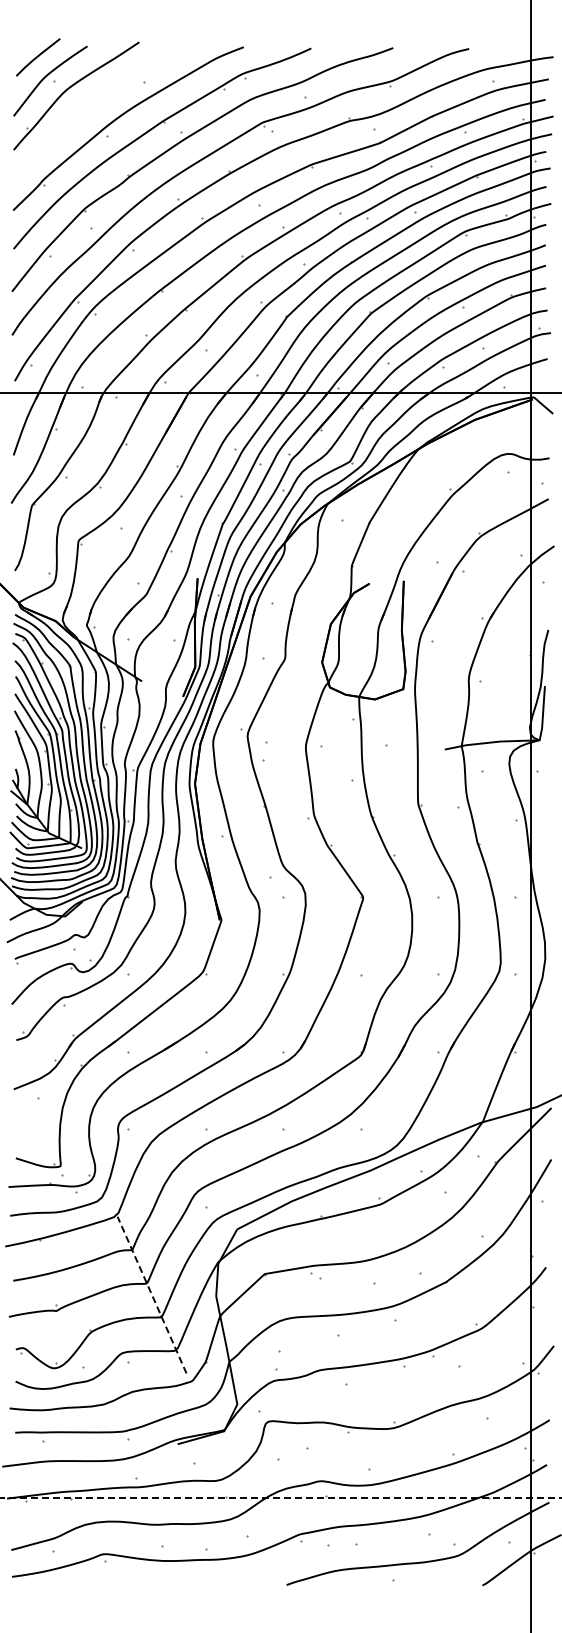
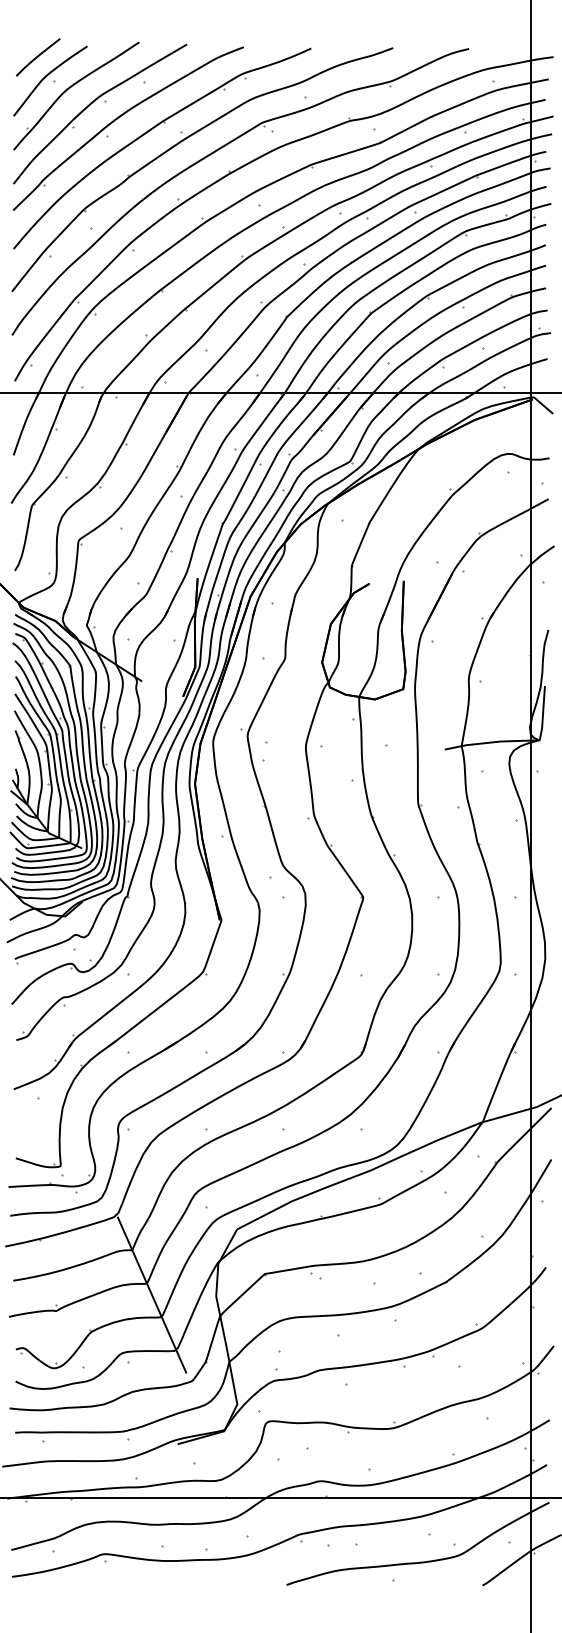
part at (105, 102): none -> present
line at (152, 1295): dashed -> solid
line at (280, 1498): dashed -> solid
